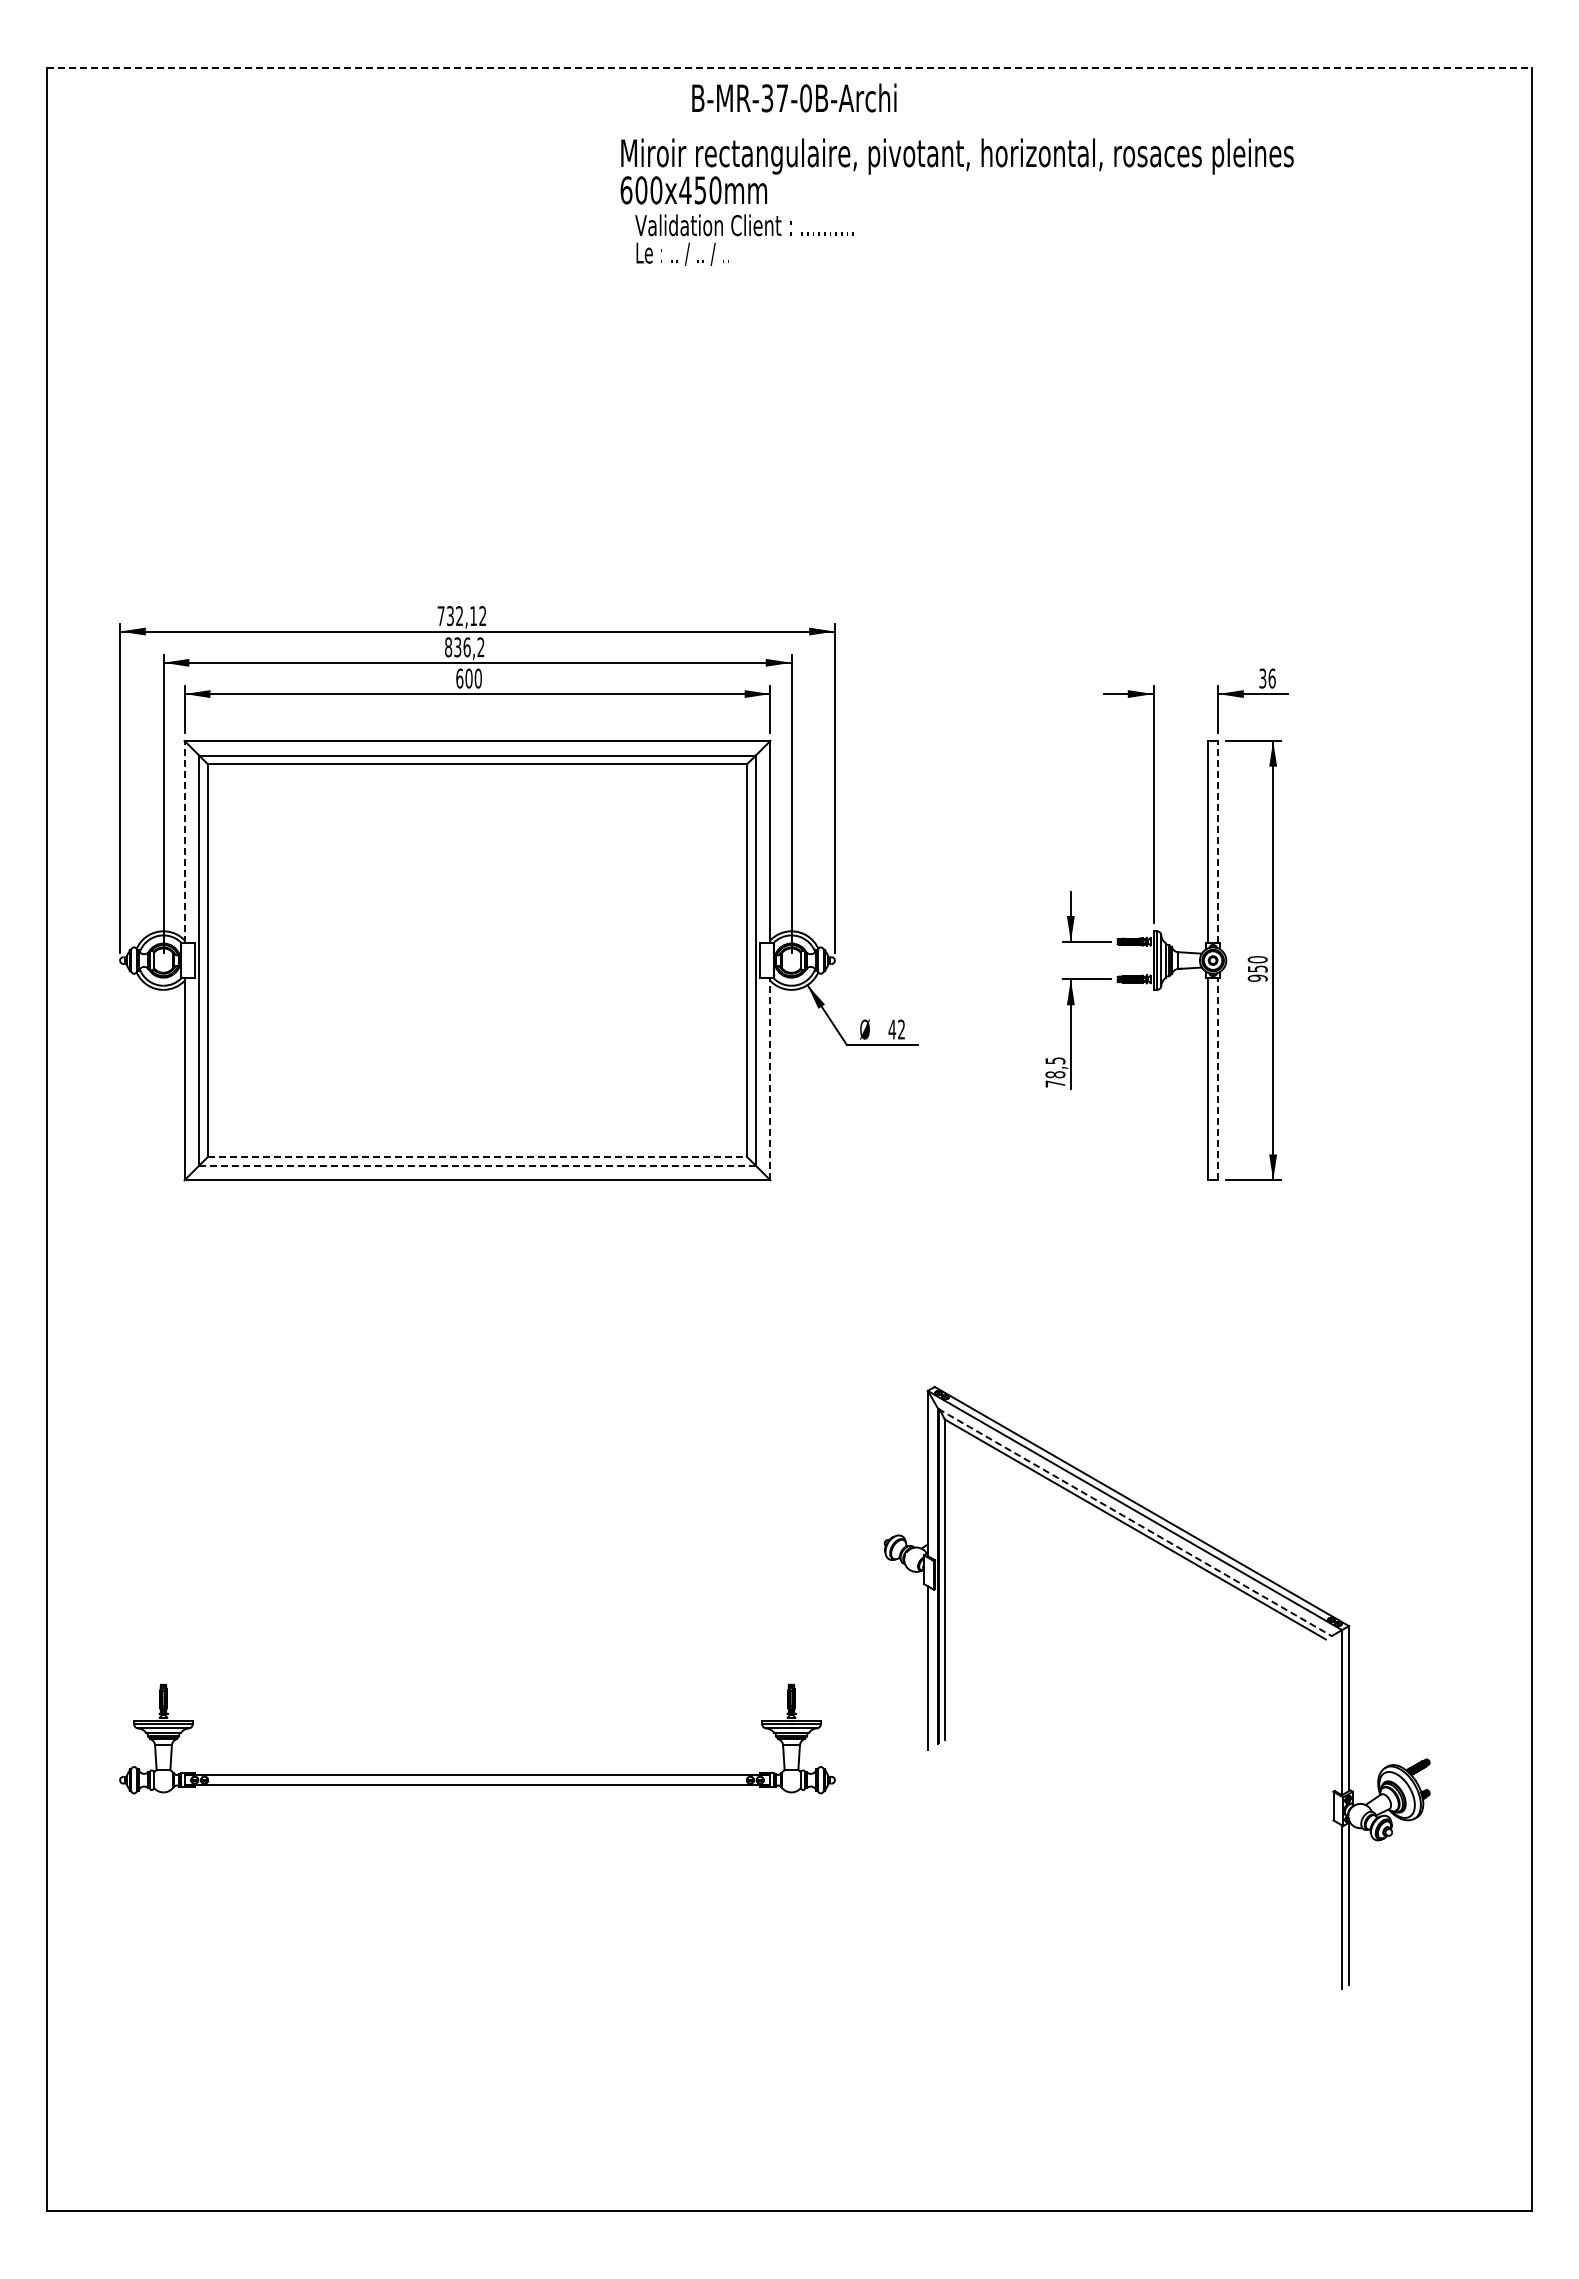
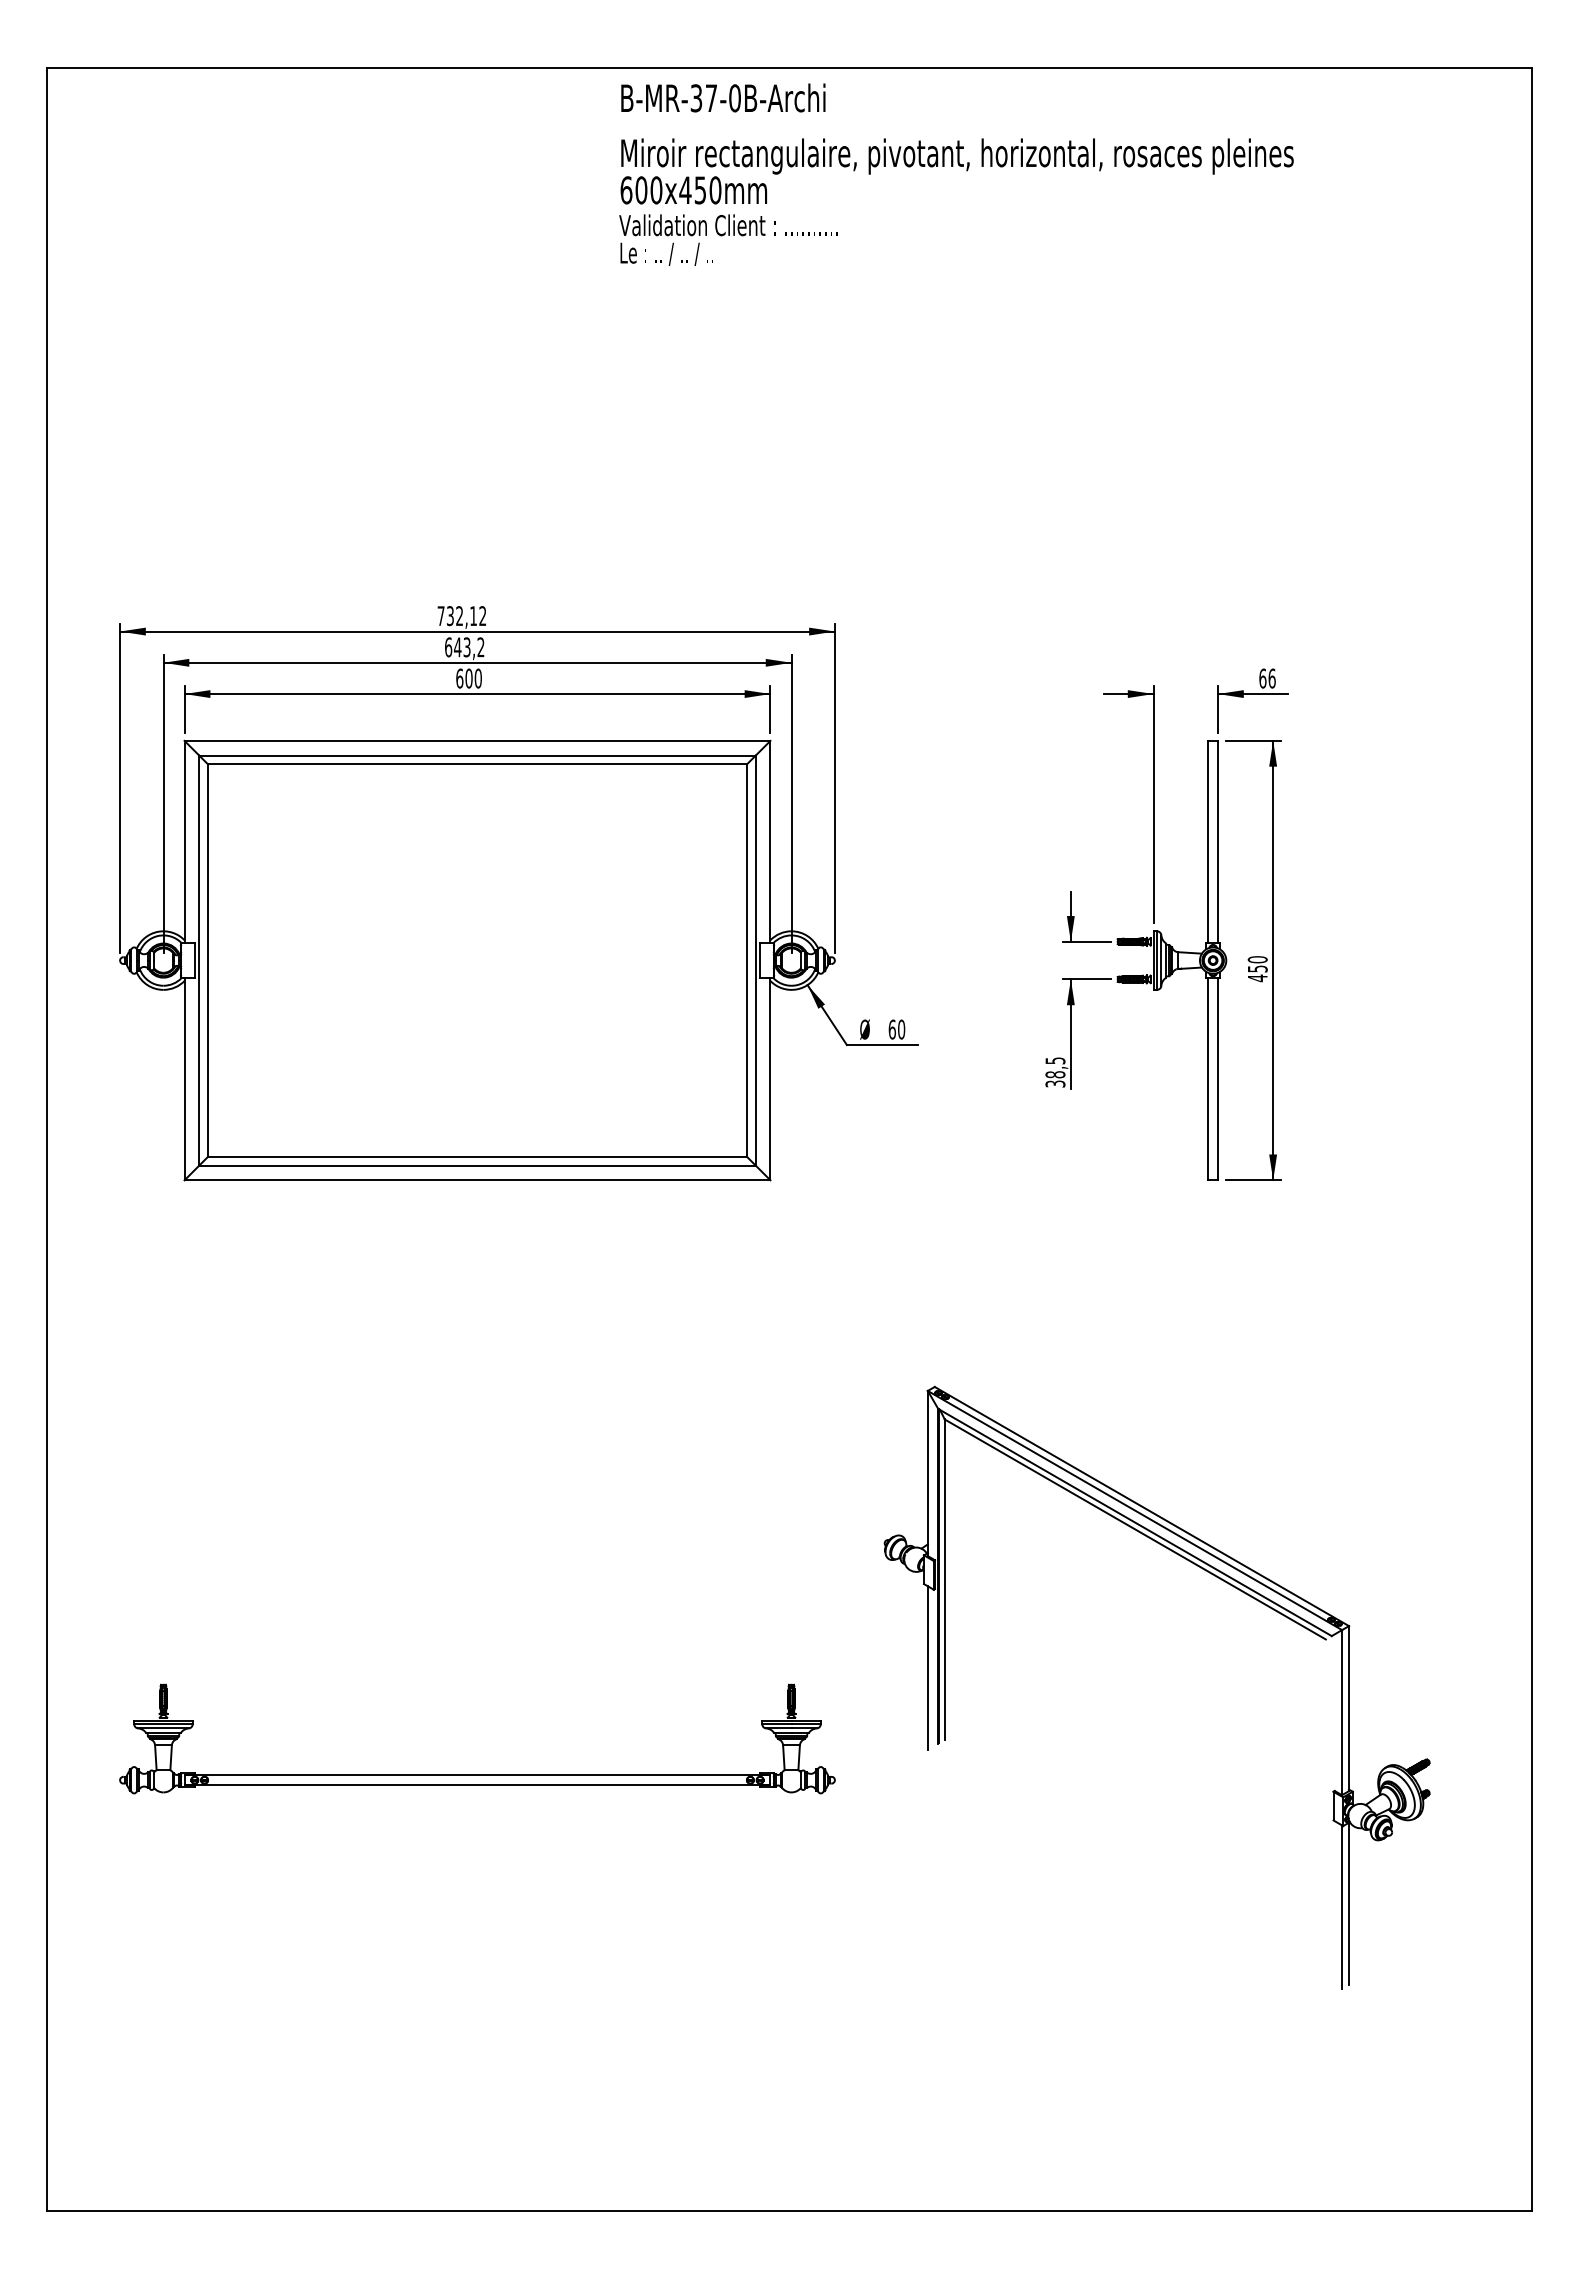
line at (789, 68): dashed -> solid
text at (794, 97) position: (794, 97) -> (723, 97)
text at (744, 239) position: (744, 239) -> (728, 239)
text at (457, 647): 836,2 -> 643,2
text at (1262, 678): 36 -> 66
line at (184, 841): dashed -> solid
line at (1218, 841): dashed -> solid
text at (1257, 978): 950 -> 450
text at (896, 1029): 42 -> 60
line at (770, 1078): dashed -> solid
line at (1218, 1078): dashed -> solid
text at (1055, 1083): 78,5 -> 38,5
line at (478, 1156): dashed -> solid
line at (477, 1165): dashed -> solid
line at (1135, 1522): dashed -> solid
